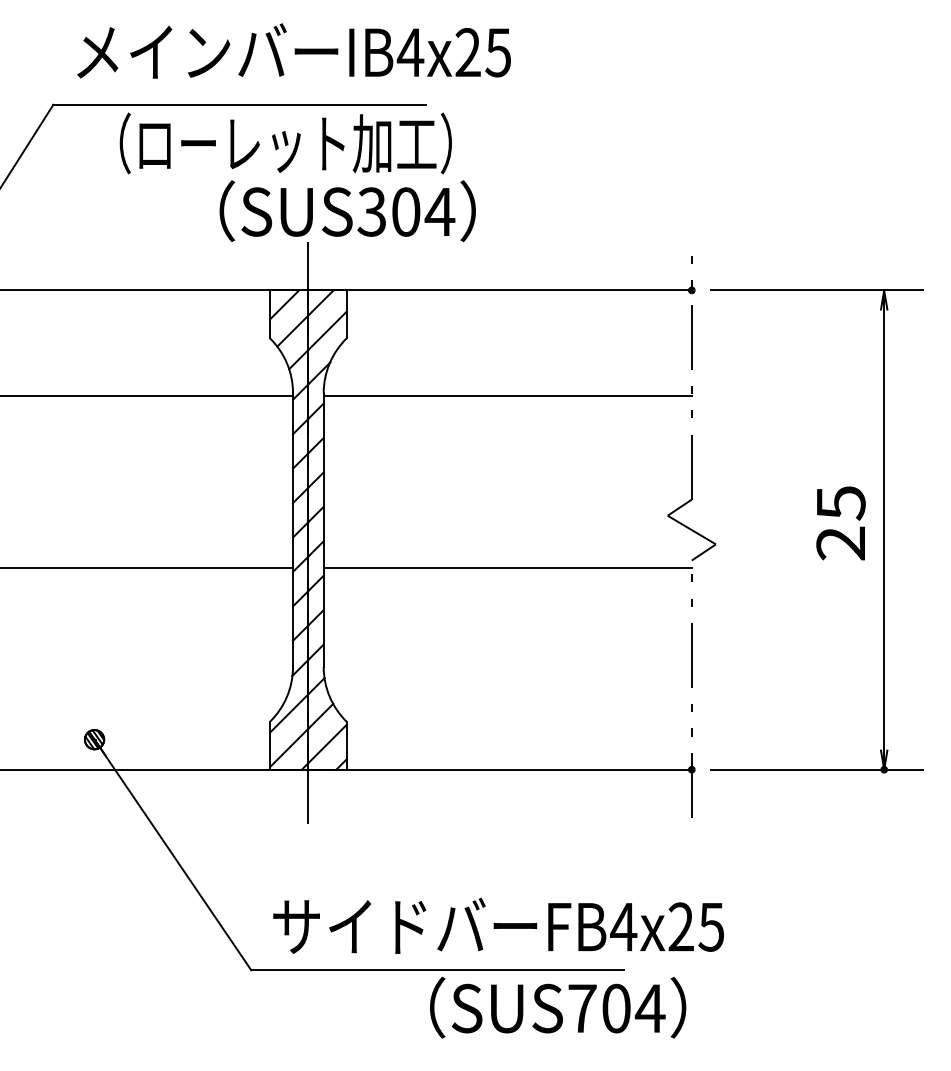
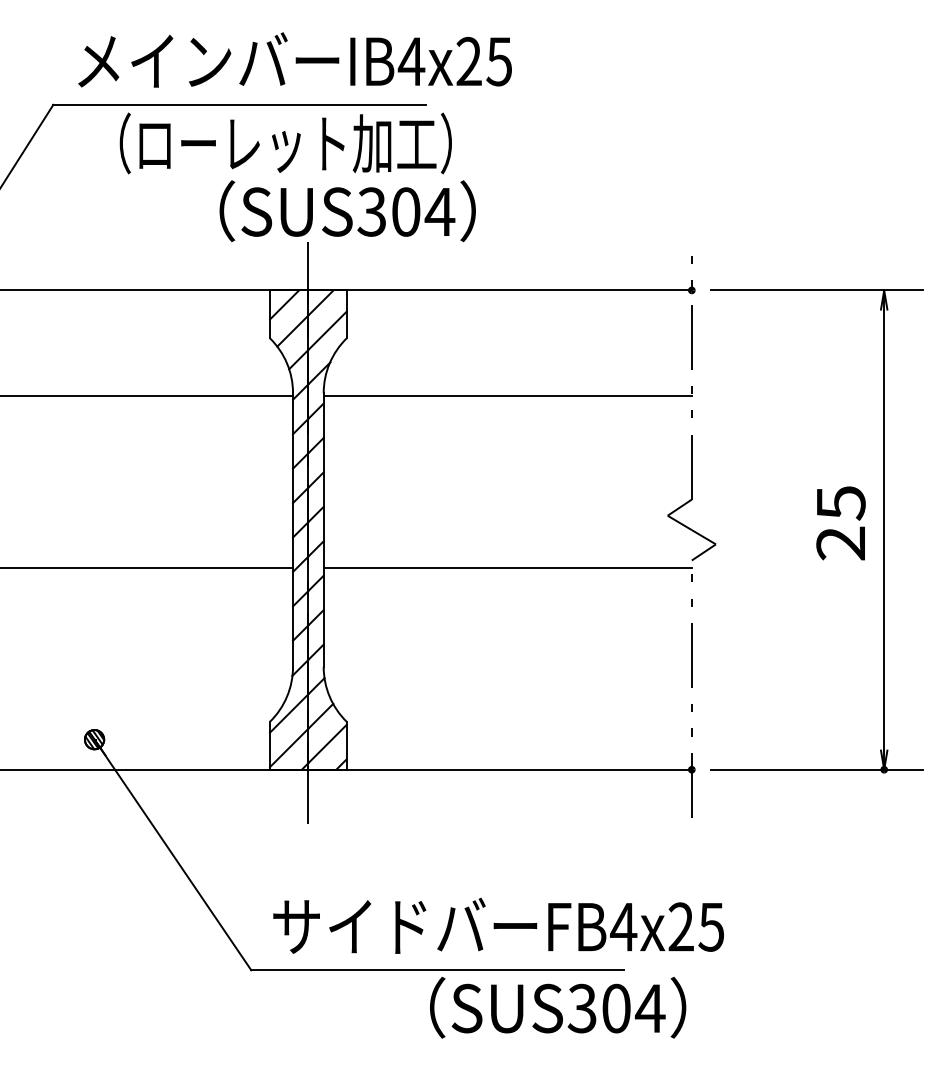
text at (293, 50) position: (293, 50) -> (294, 59)
text at (581, 1008): SUS704 -> SUS304
